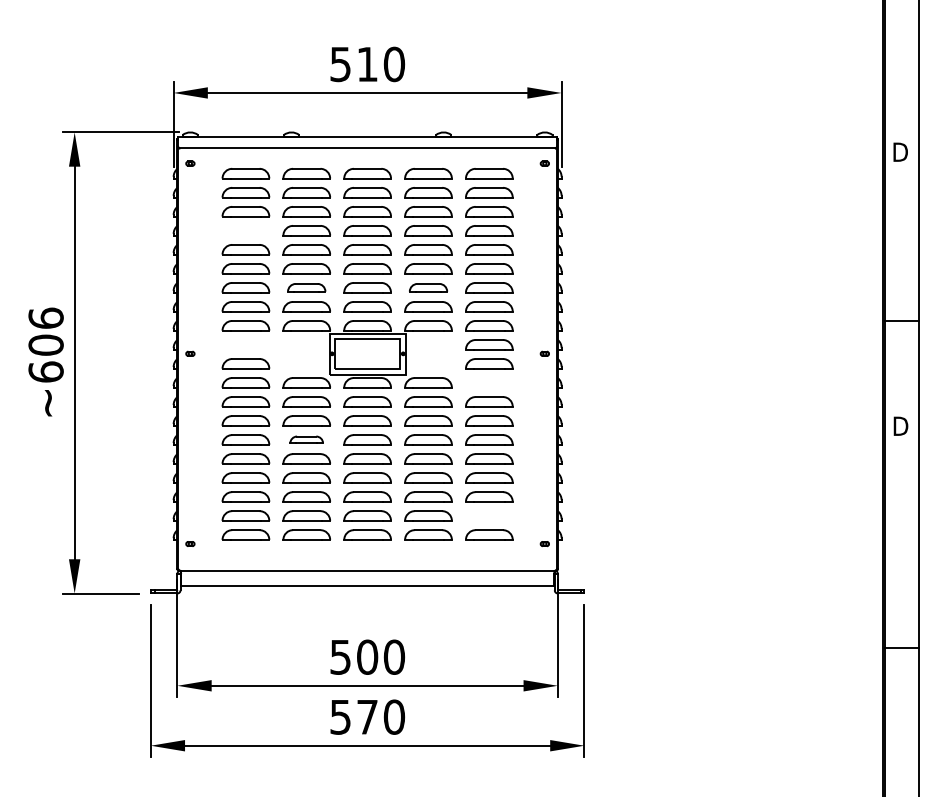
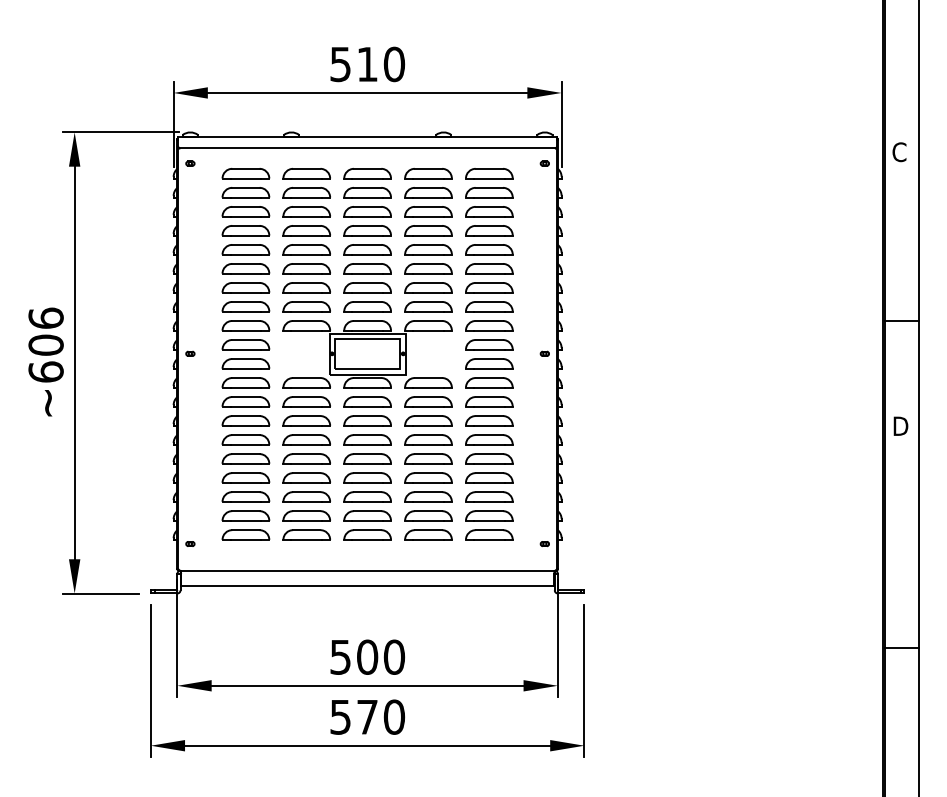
text at (899, 152): D -> C
part at (245, 230): none -> present
part at (306, 287) size: 40x10 px -> 49x12 px
part at (428, 287) size: 39x10 px -> 49x12 px
part at (245, 344): none -> present
part at (489, 382): none -> present
part at (306, 439) size: 35x9 px -> 49x12 px
part at (489, 515): none -> present
